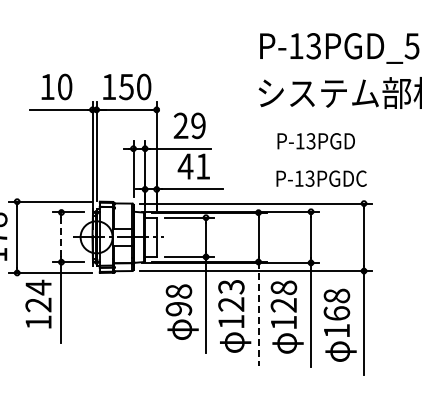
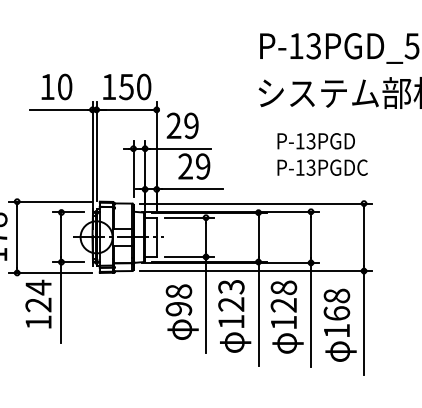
text at (189, 125) position: (189, 125) -> (182, 125)
text at (193, 166): 41 -> 29
text at (321, 178) position: (321, 178) -> (322, 167)
line at (61, 237): dashed -> solid
line at (258, 313): dashed -> solid
